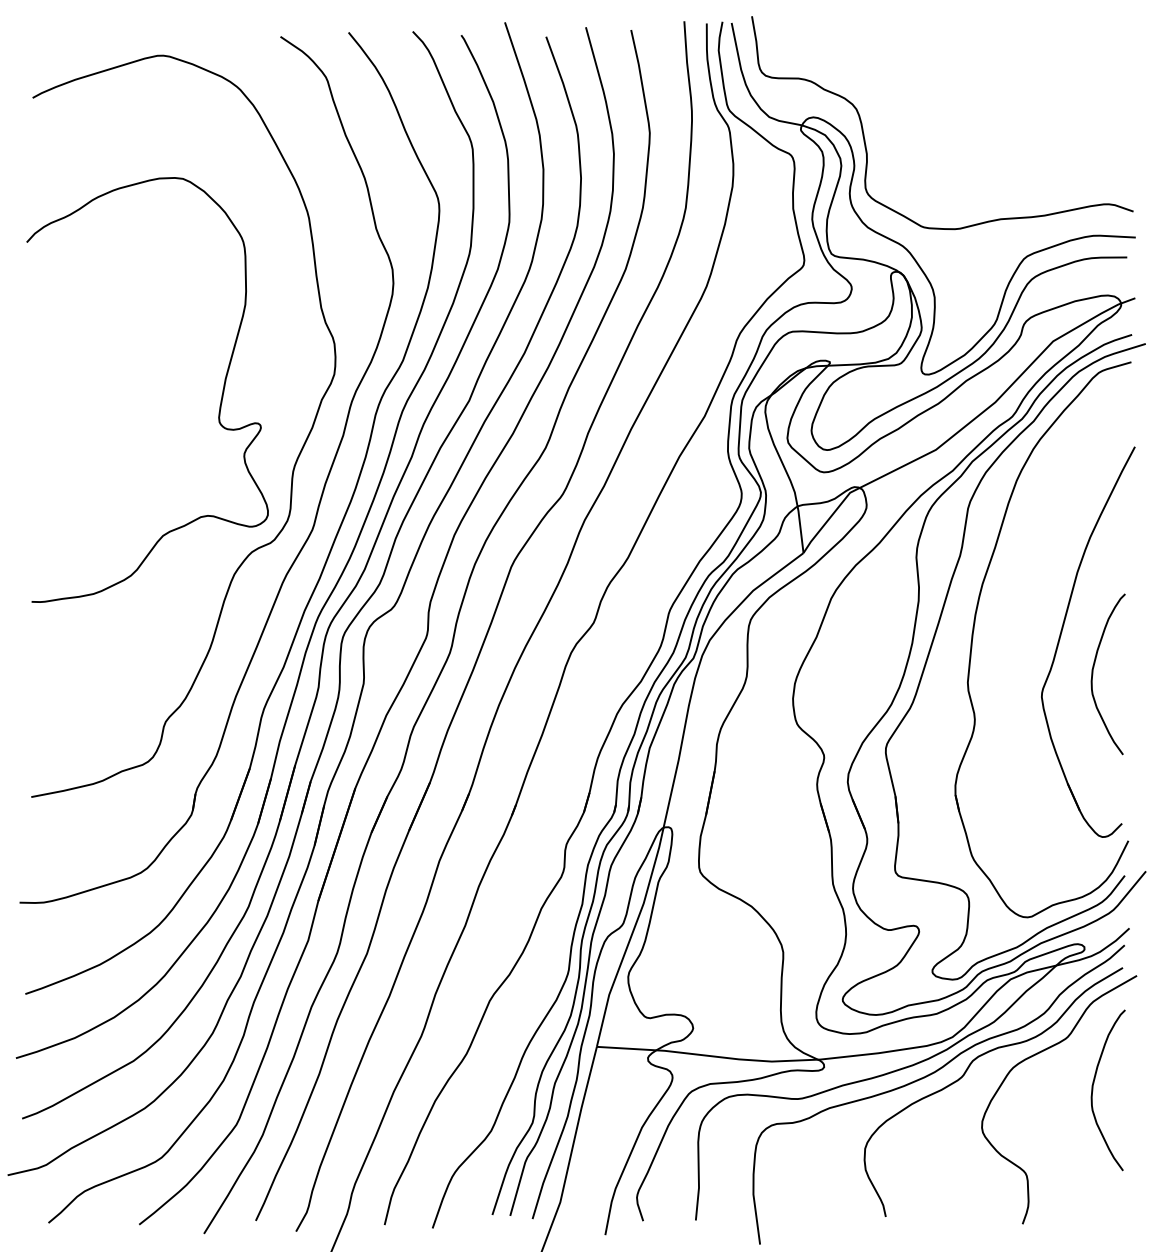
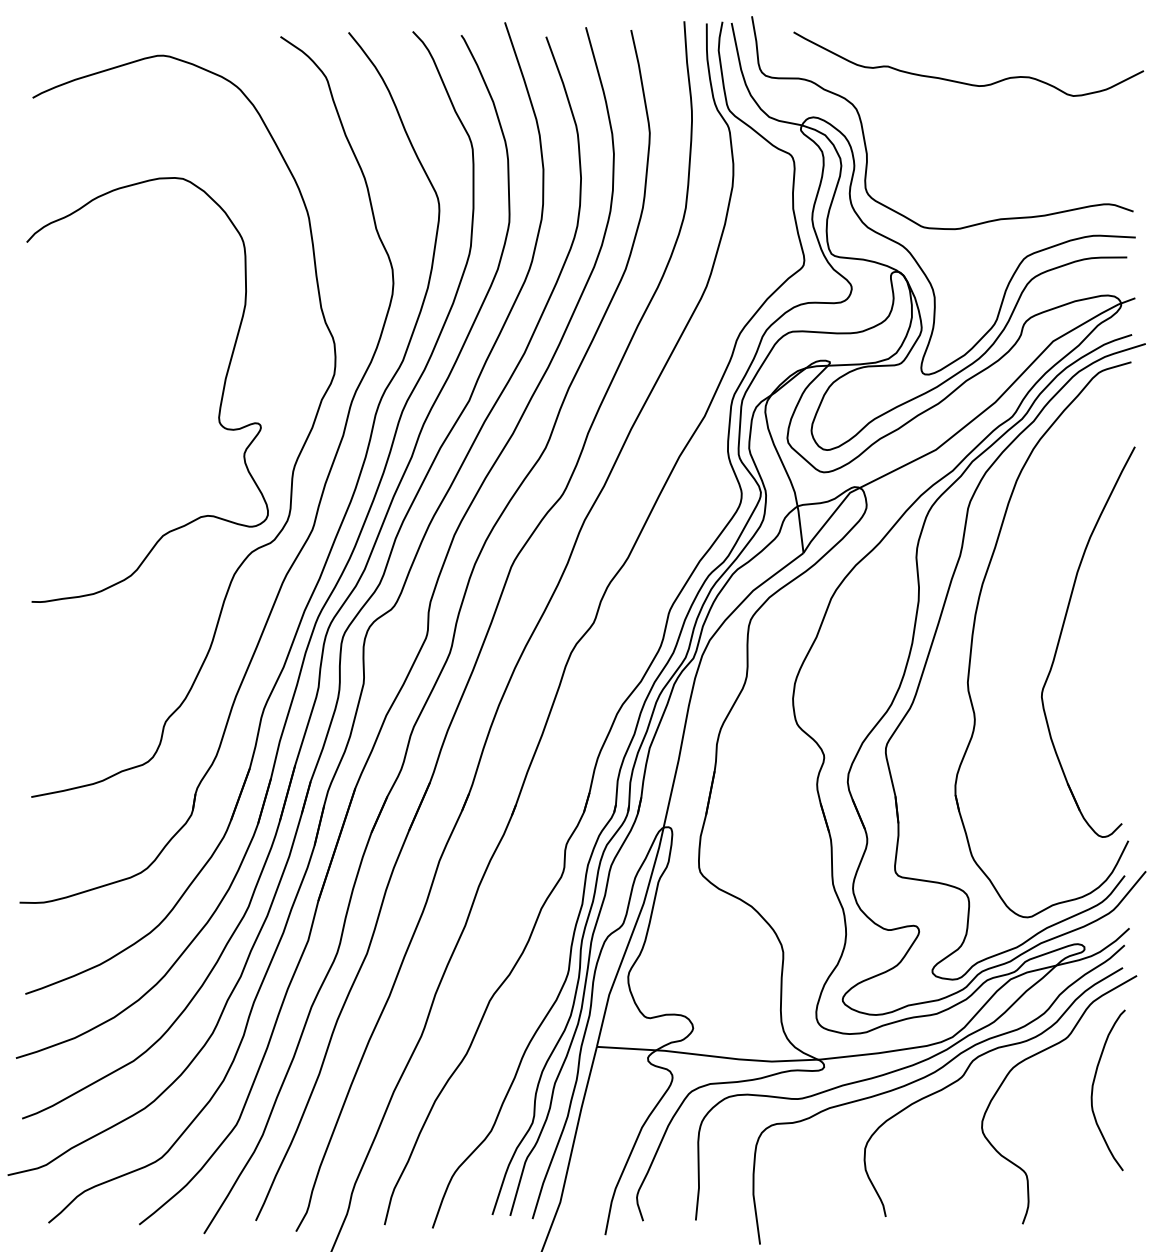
curve at (965, 82): none -> present
curve at (1093, 674): present -> none
